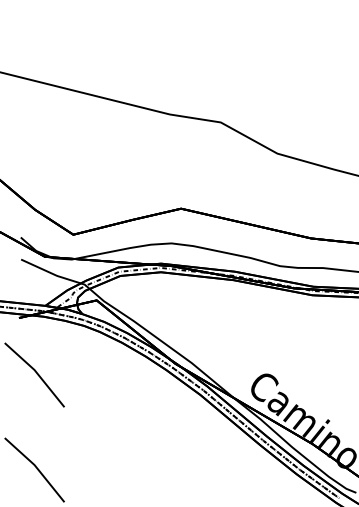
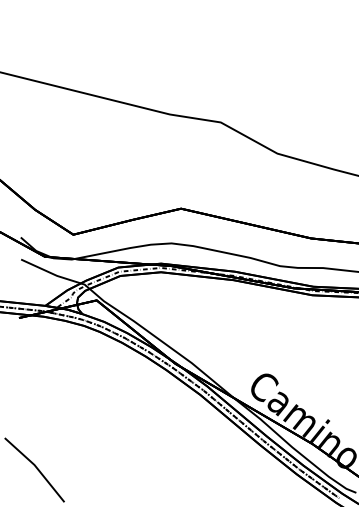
line at (36, 374): present -> none
